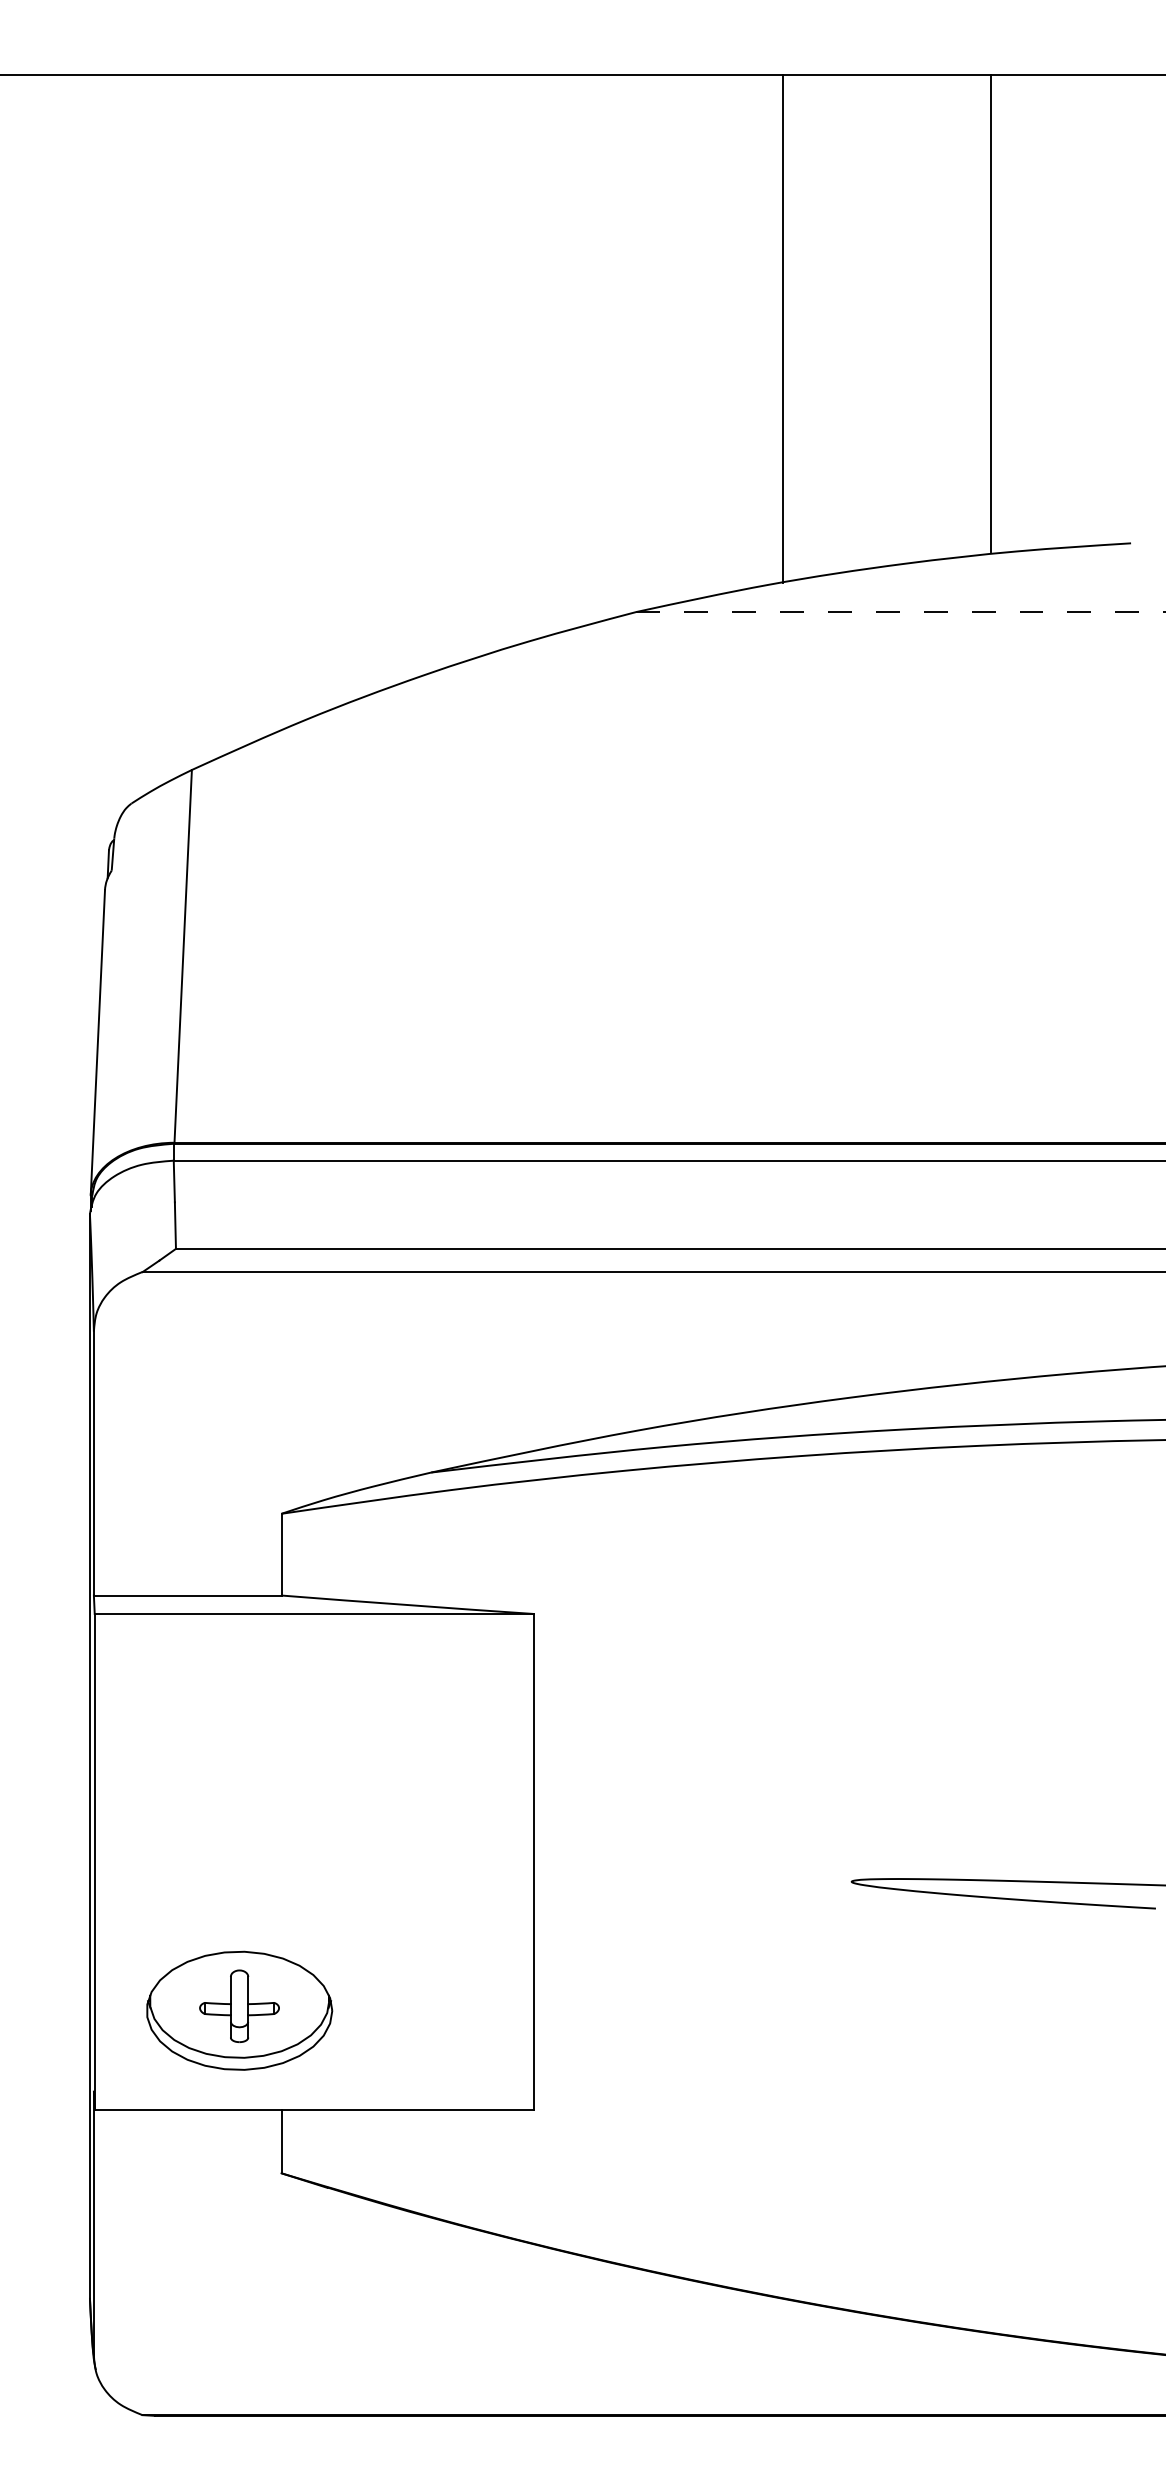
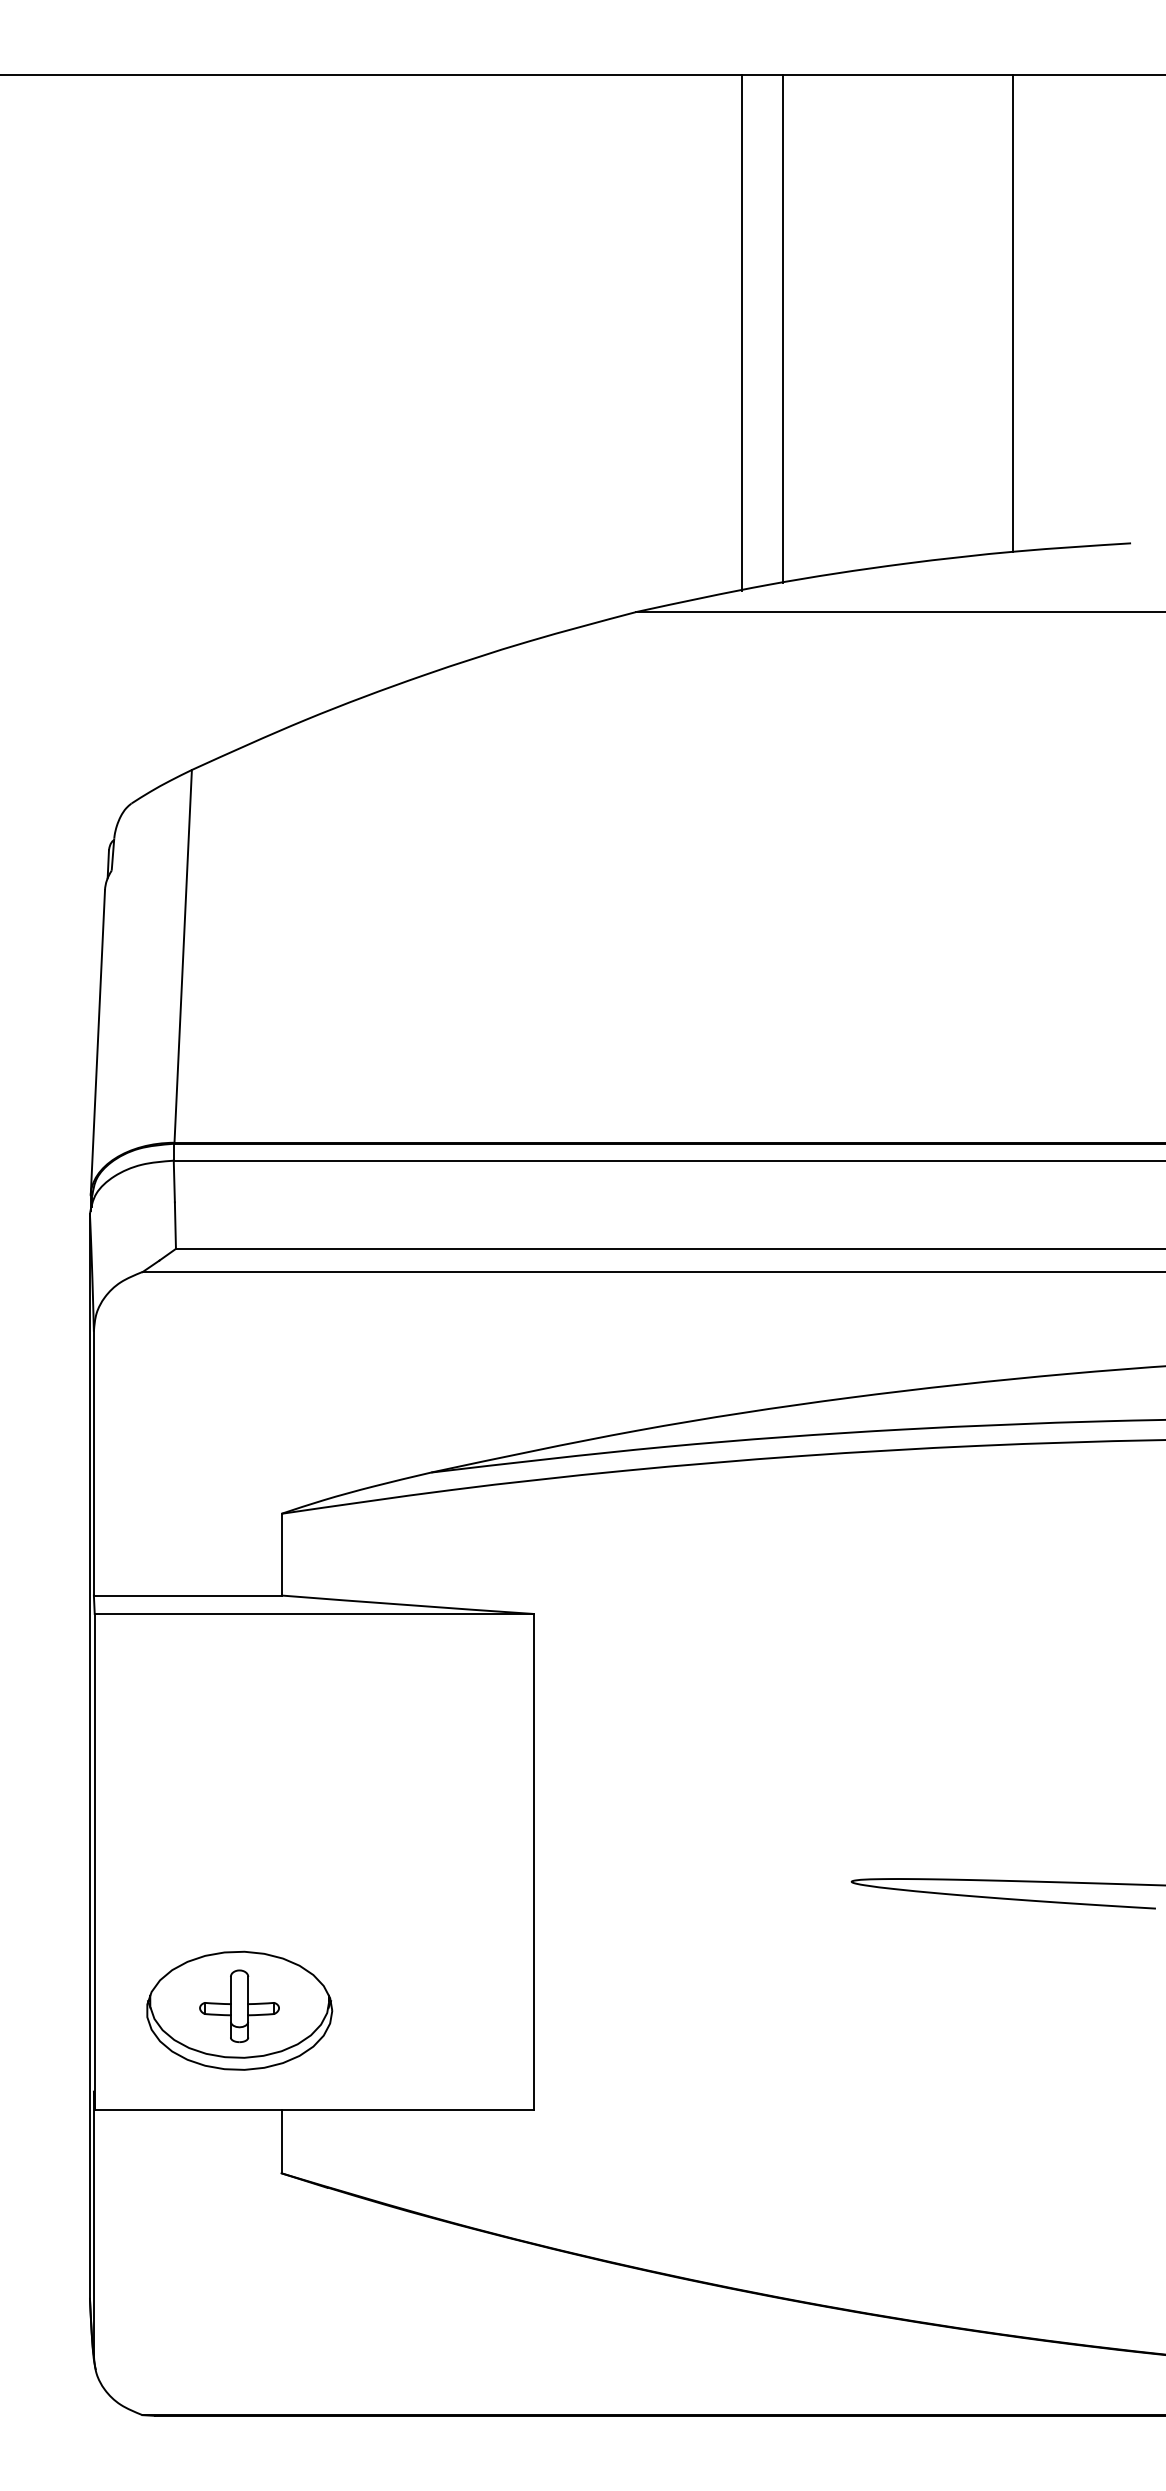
line at (990, 313) position: (990, 313) -> (1012, 313)
line at (742, 332): none -> present
line at (901, 612): dashed -> solid
